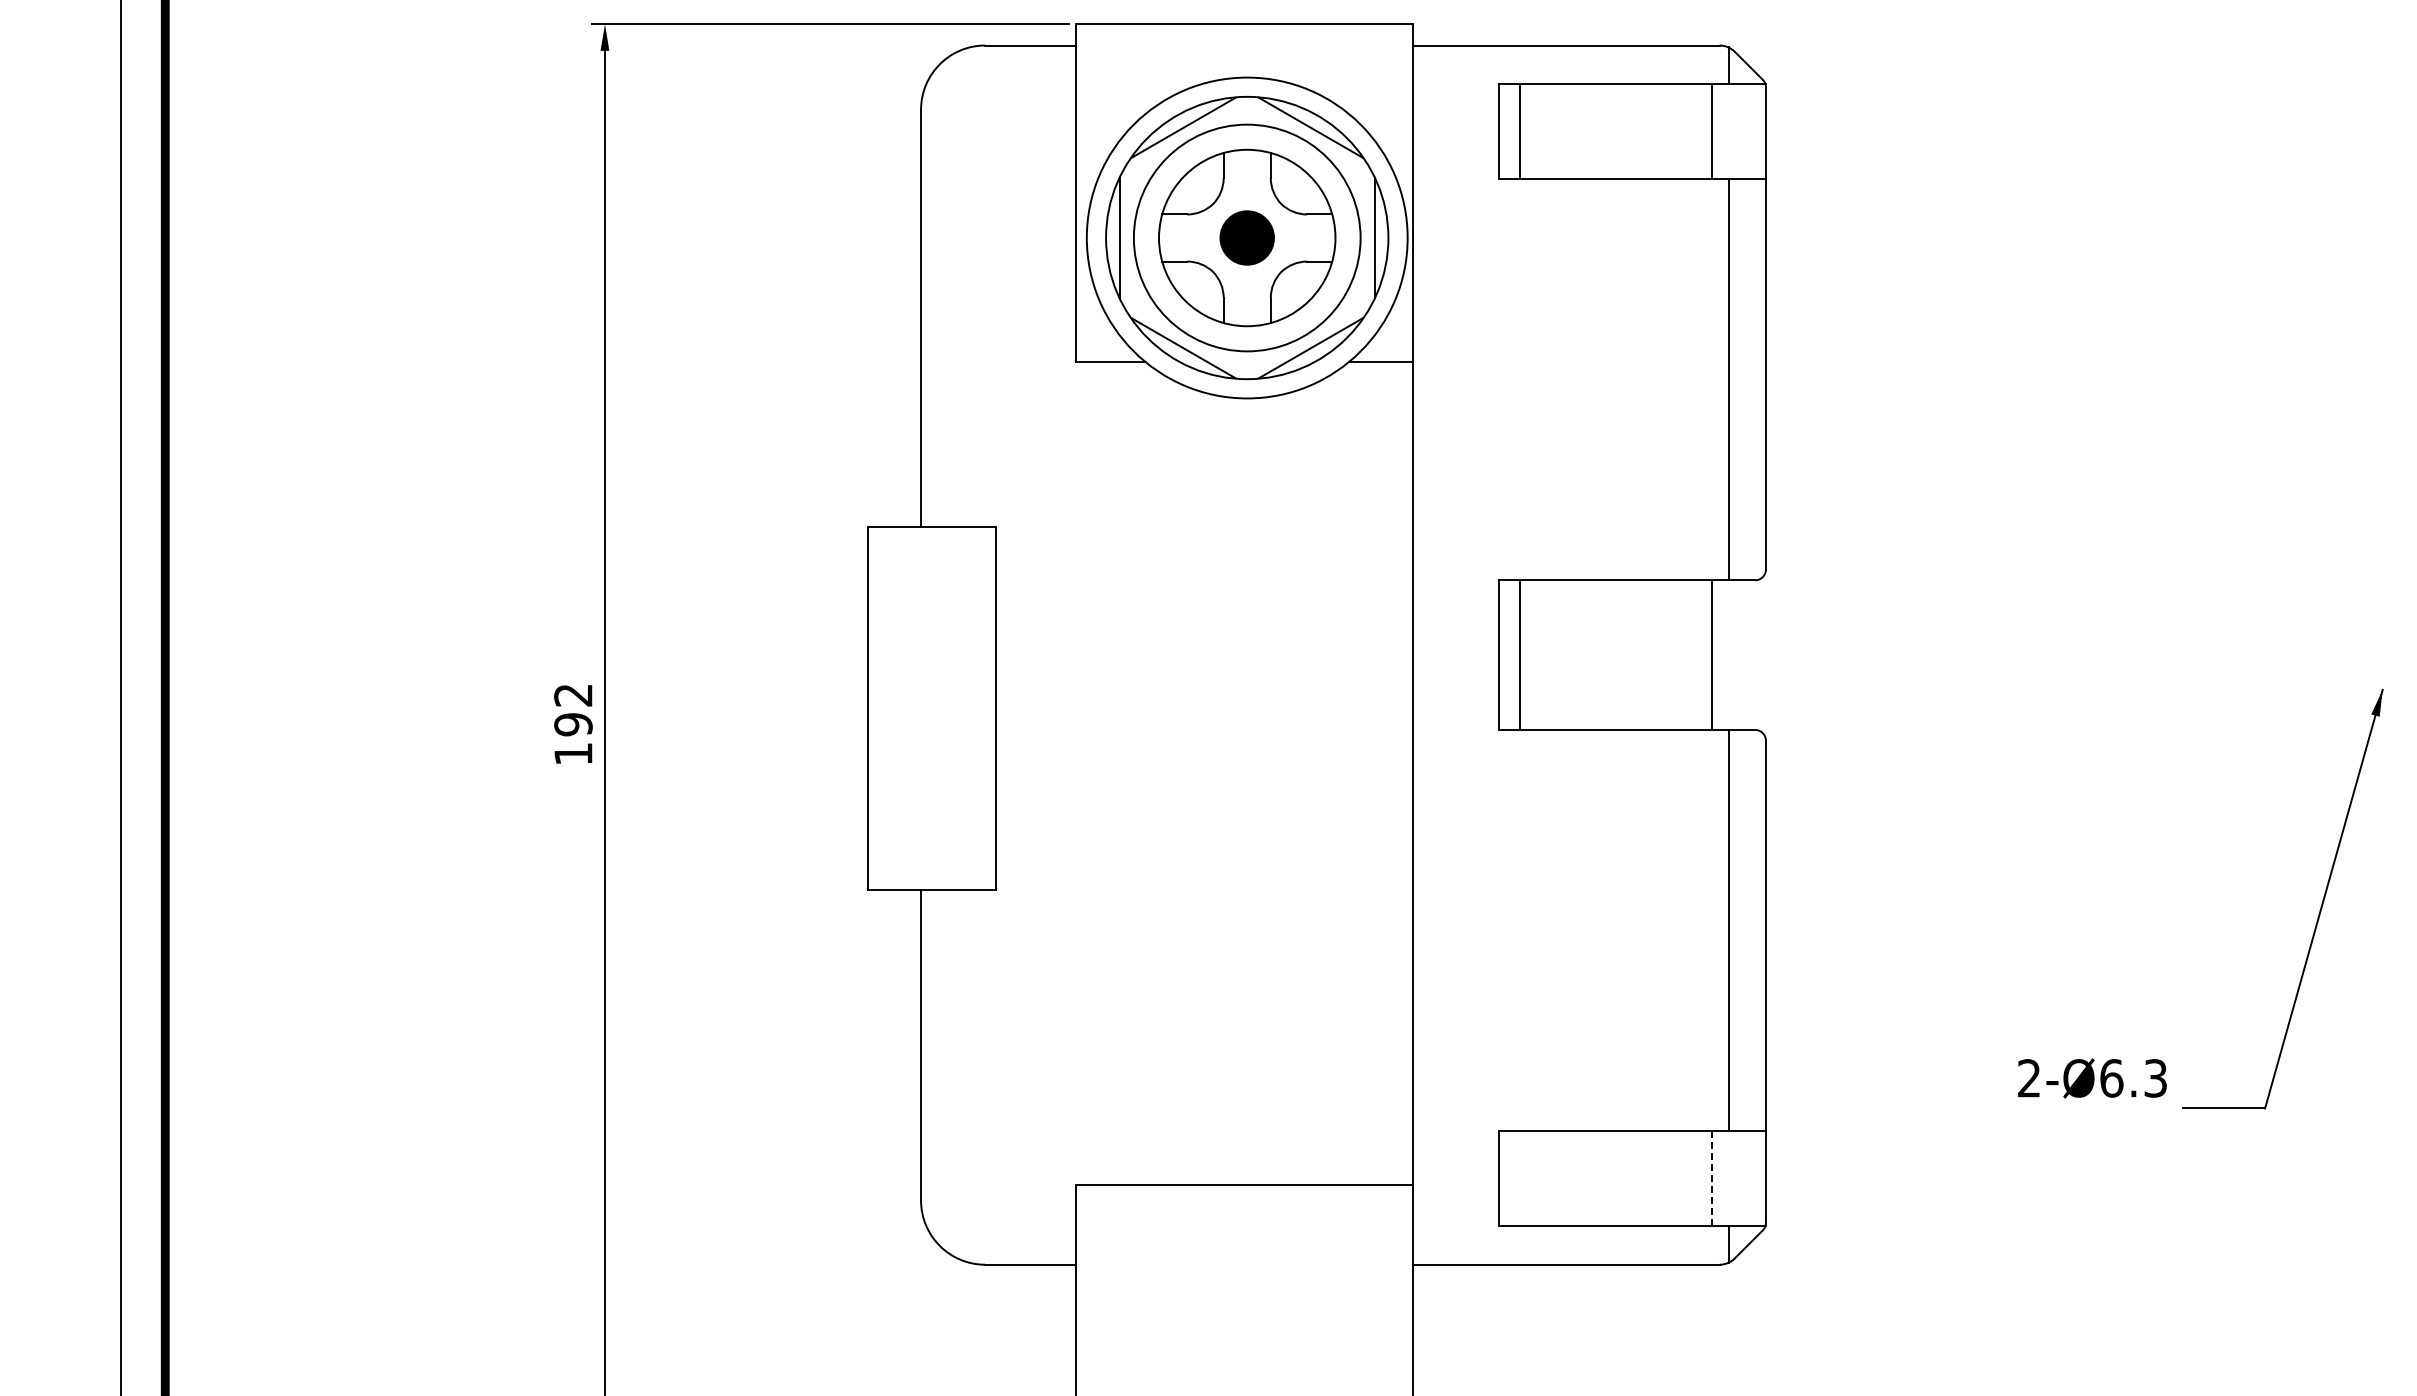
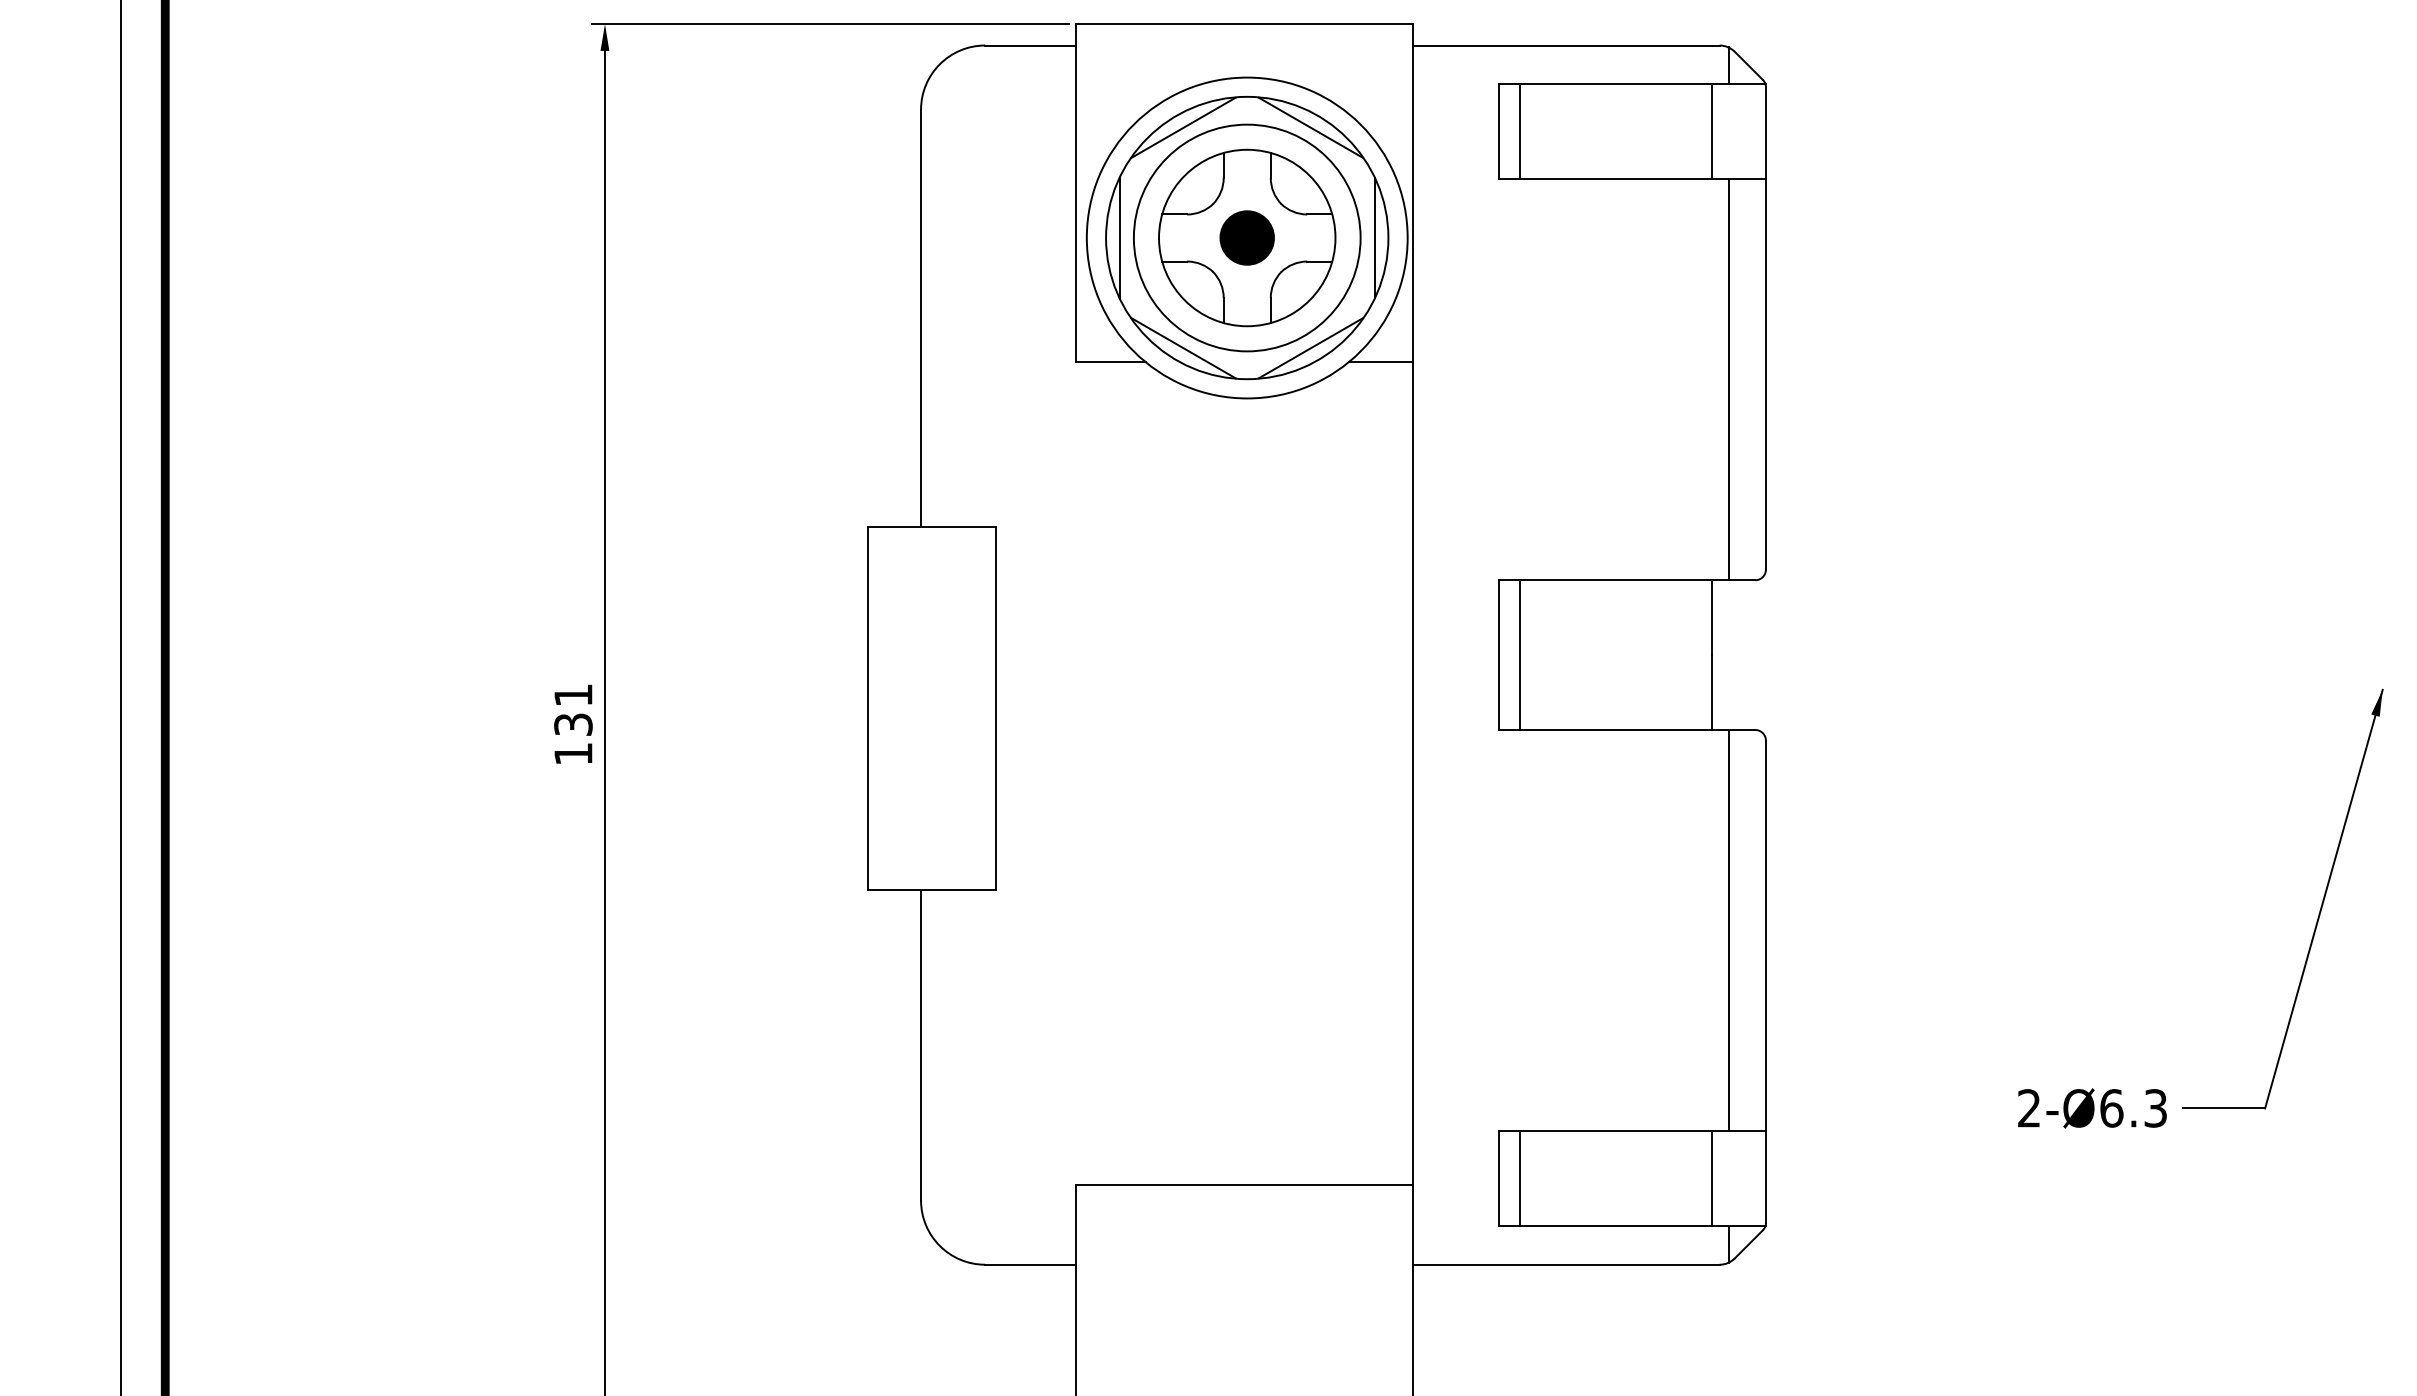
text at (573, 710): 192 -> 131
text at (2092, 1078) position: (2092, 1078) -> (2092, 1108)
line at (1519, 1177): none -> present
line at (1712, 1178): dashed -> solid
